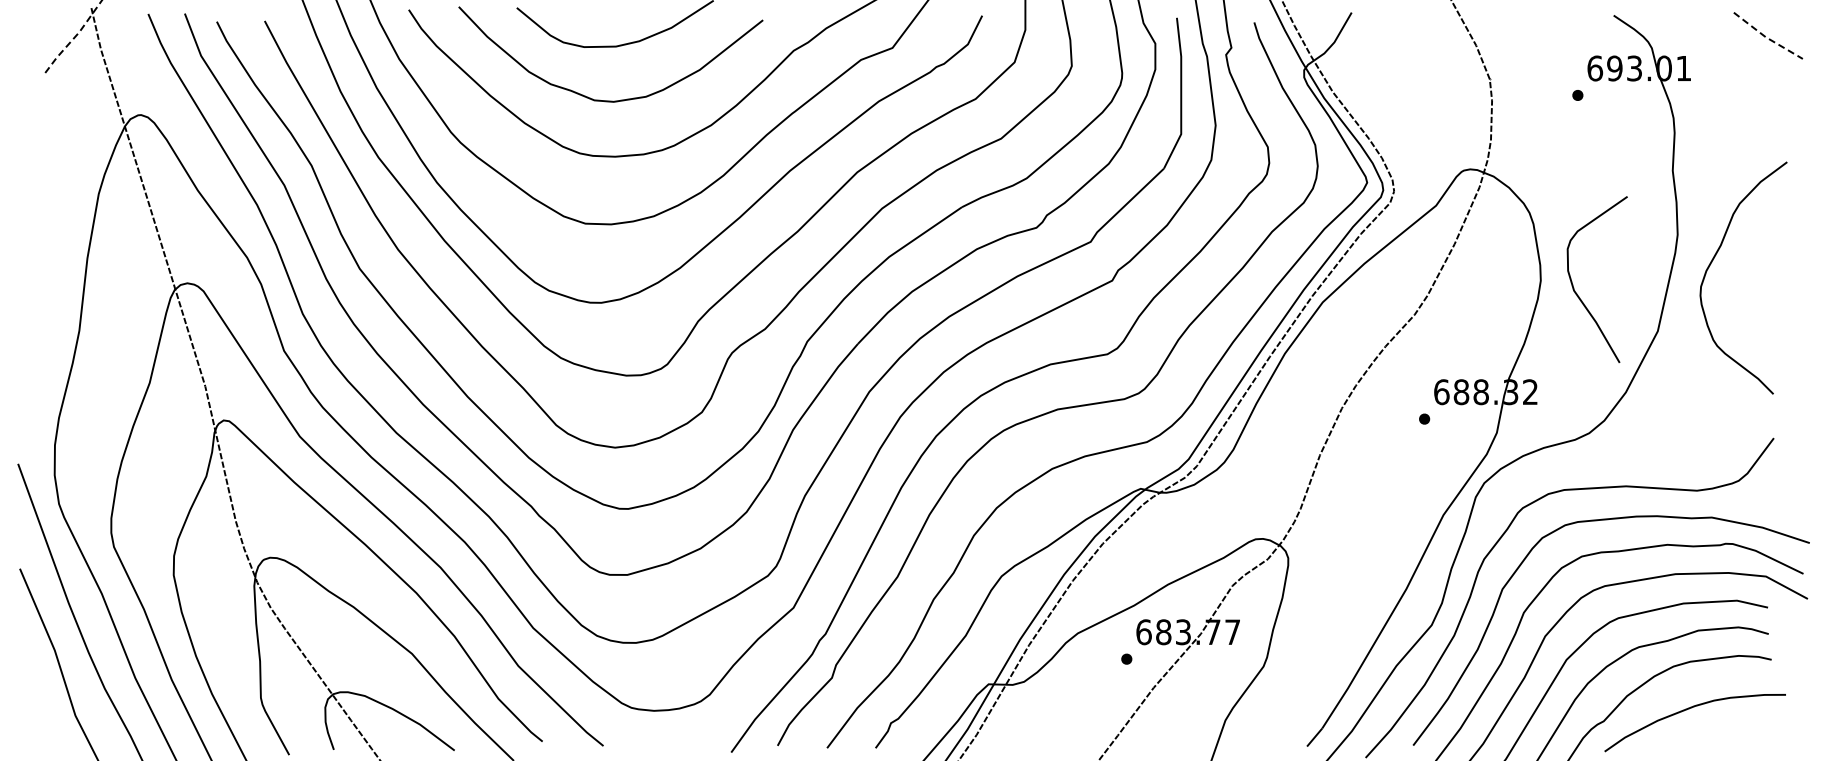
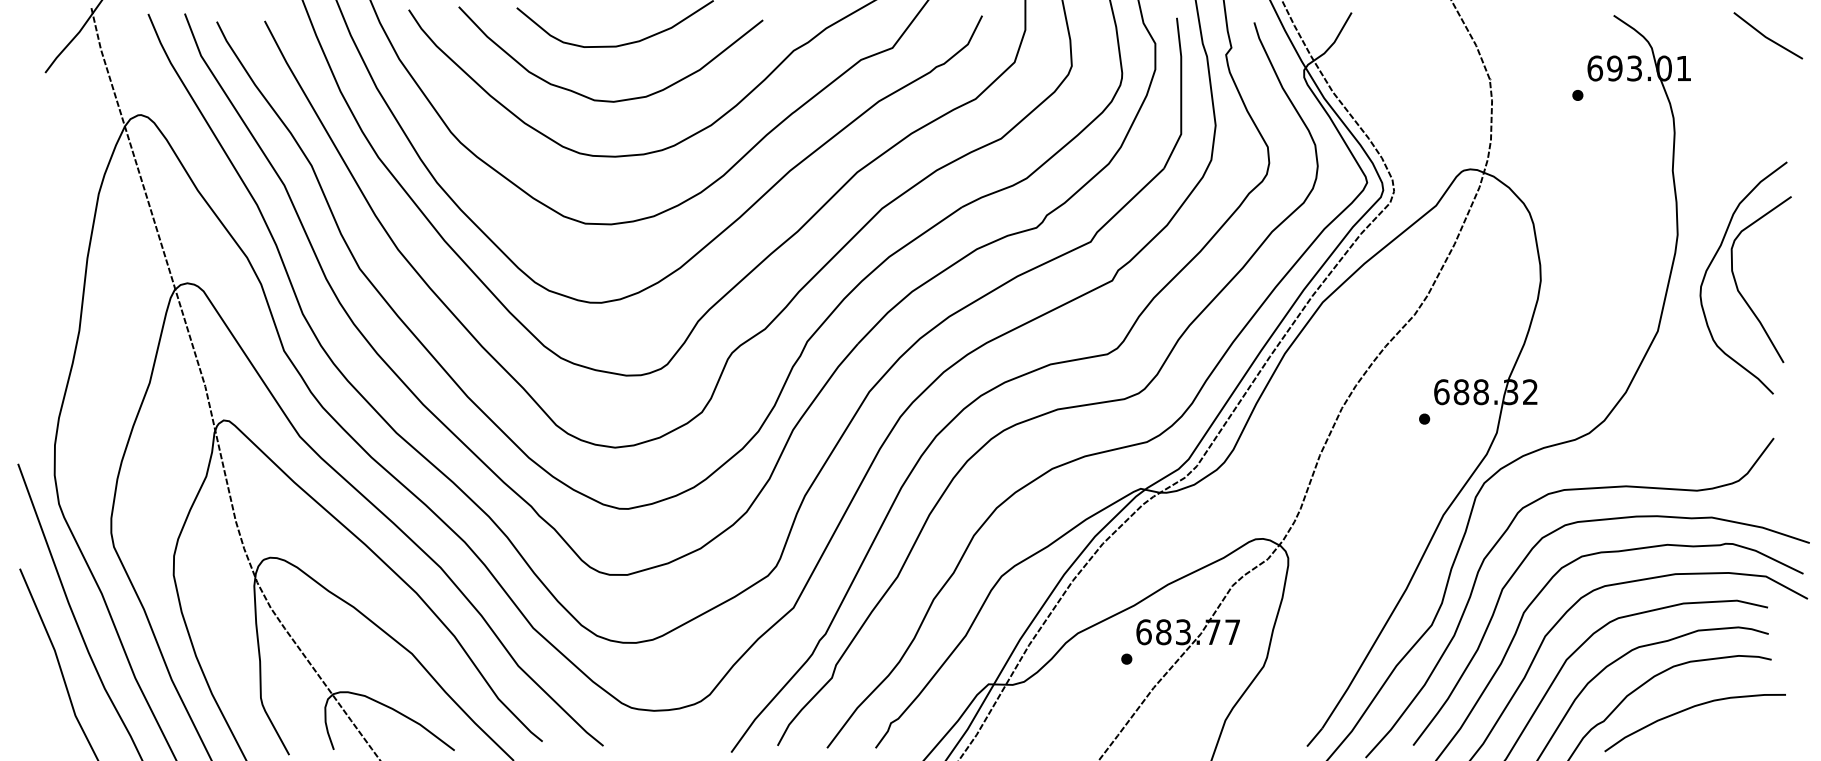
line at (74, 37): dashed -> solid
line at (1766, 37): dashed -> solid
curve at (1573, 284) position: (1573, 284) -> (1737, 284)
